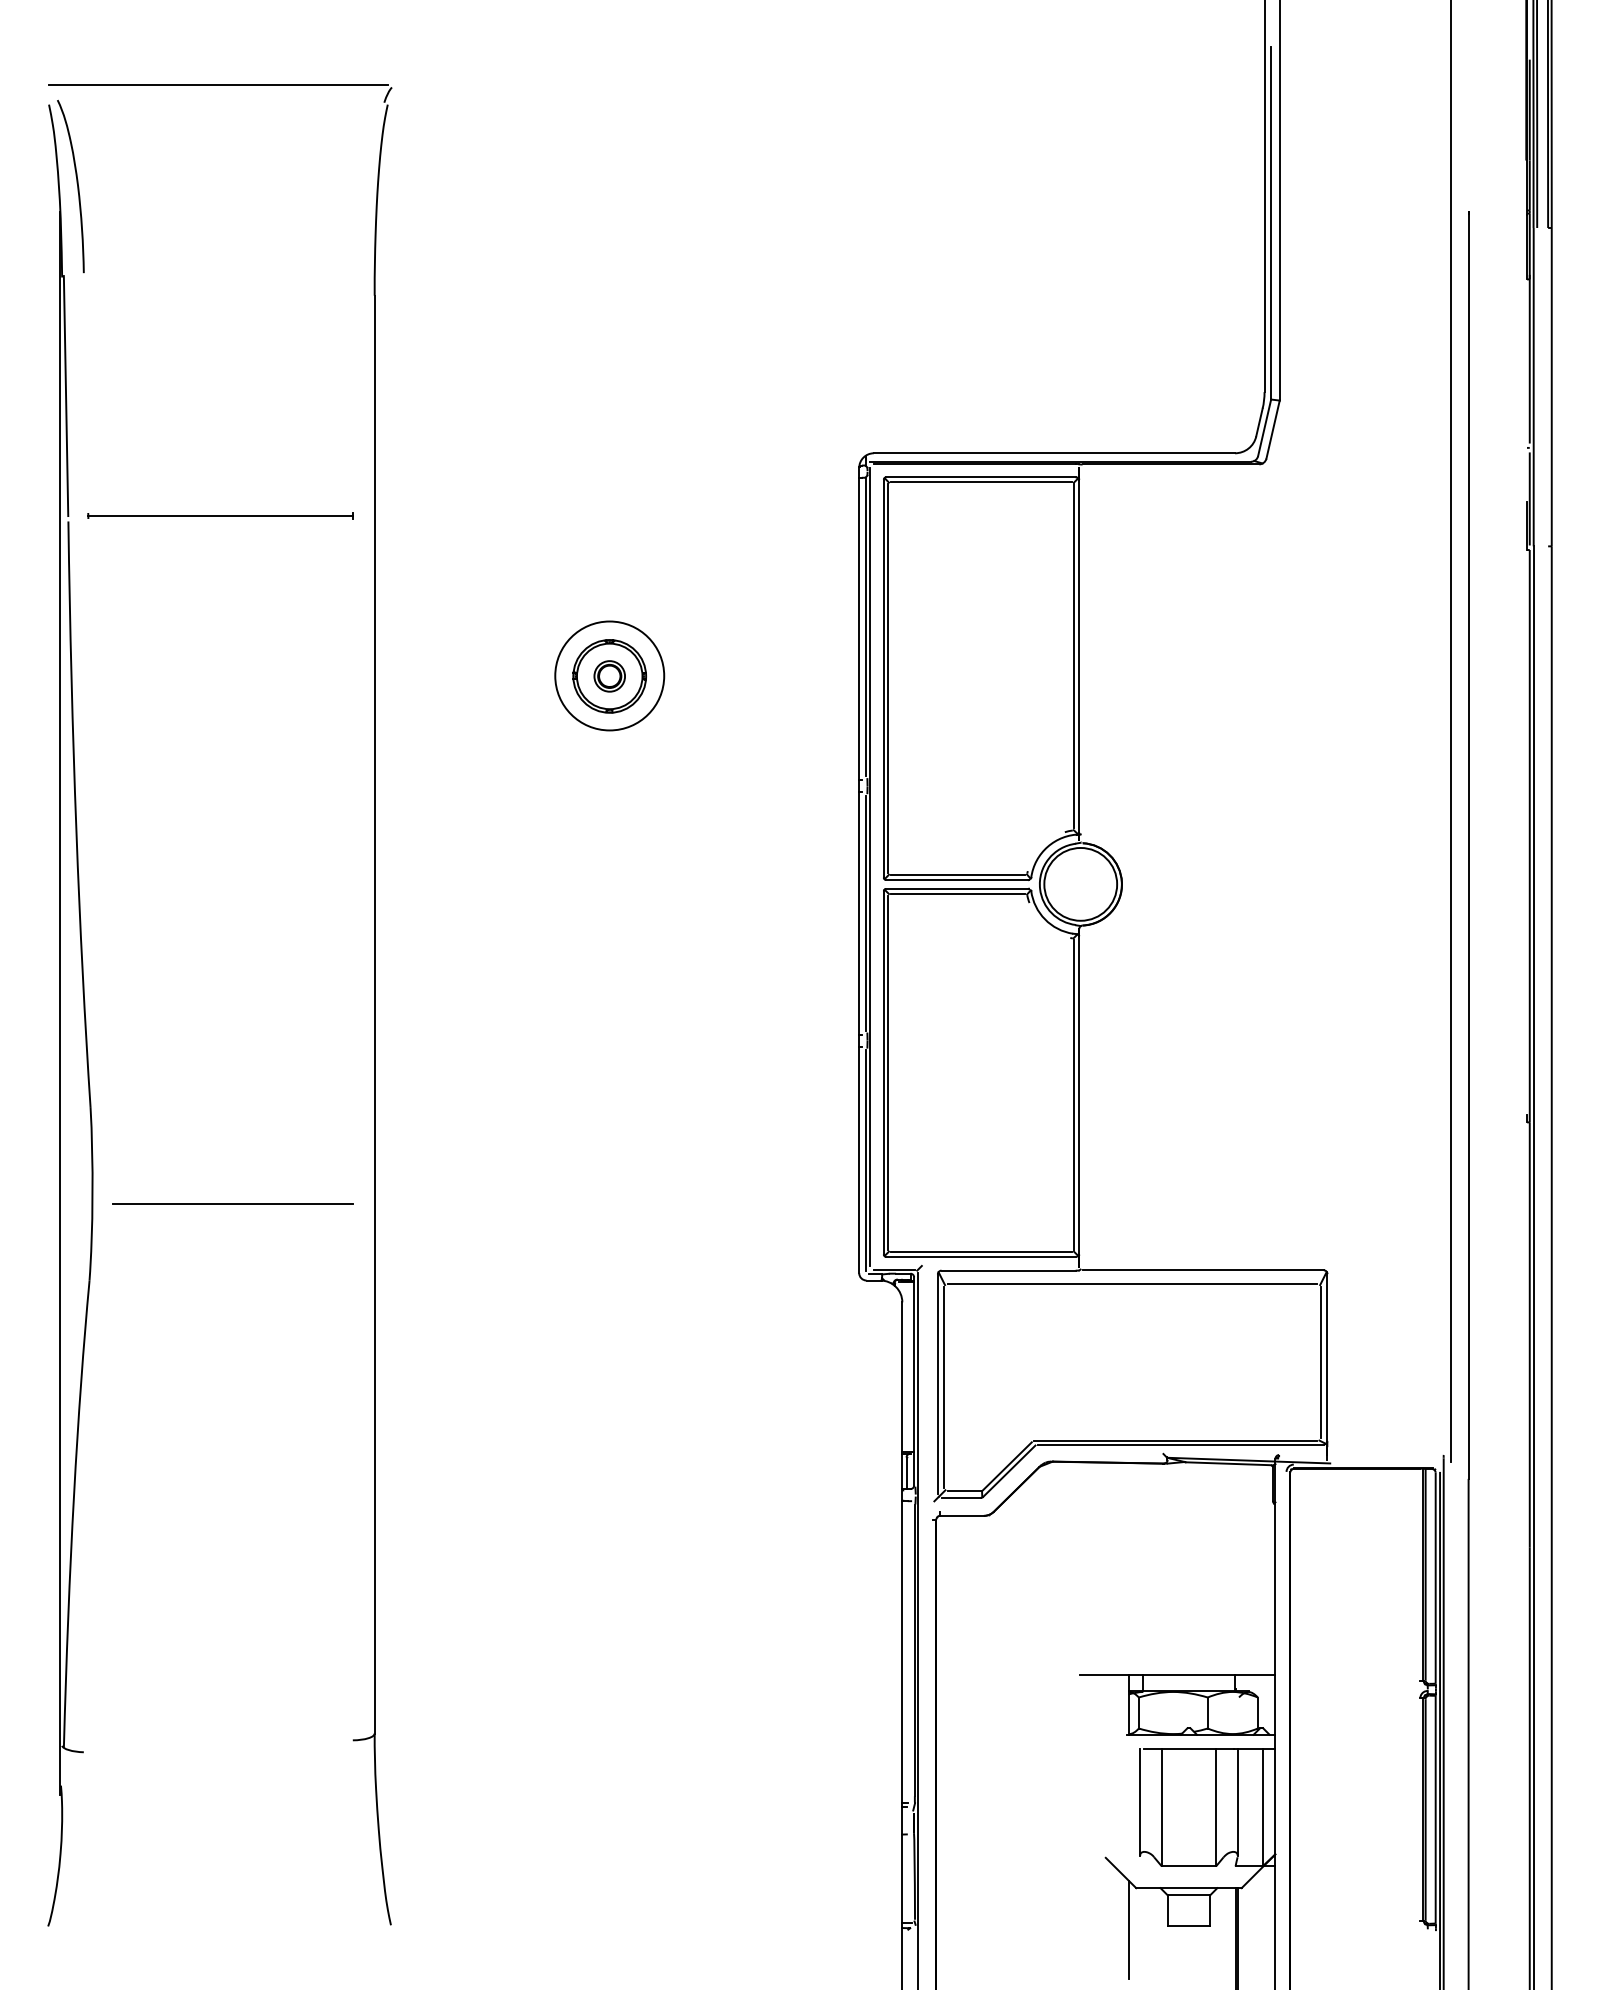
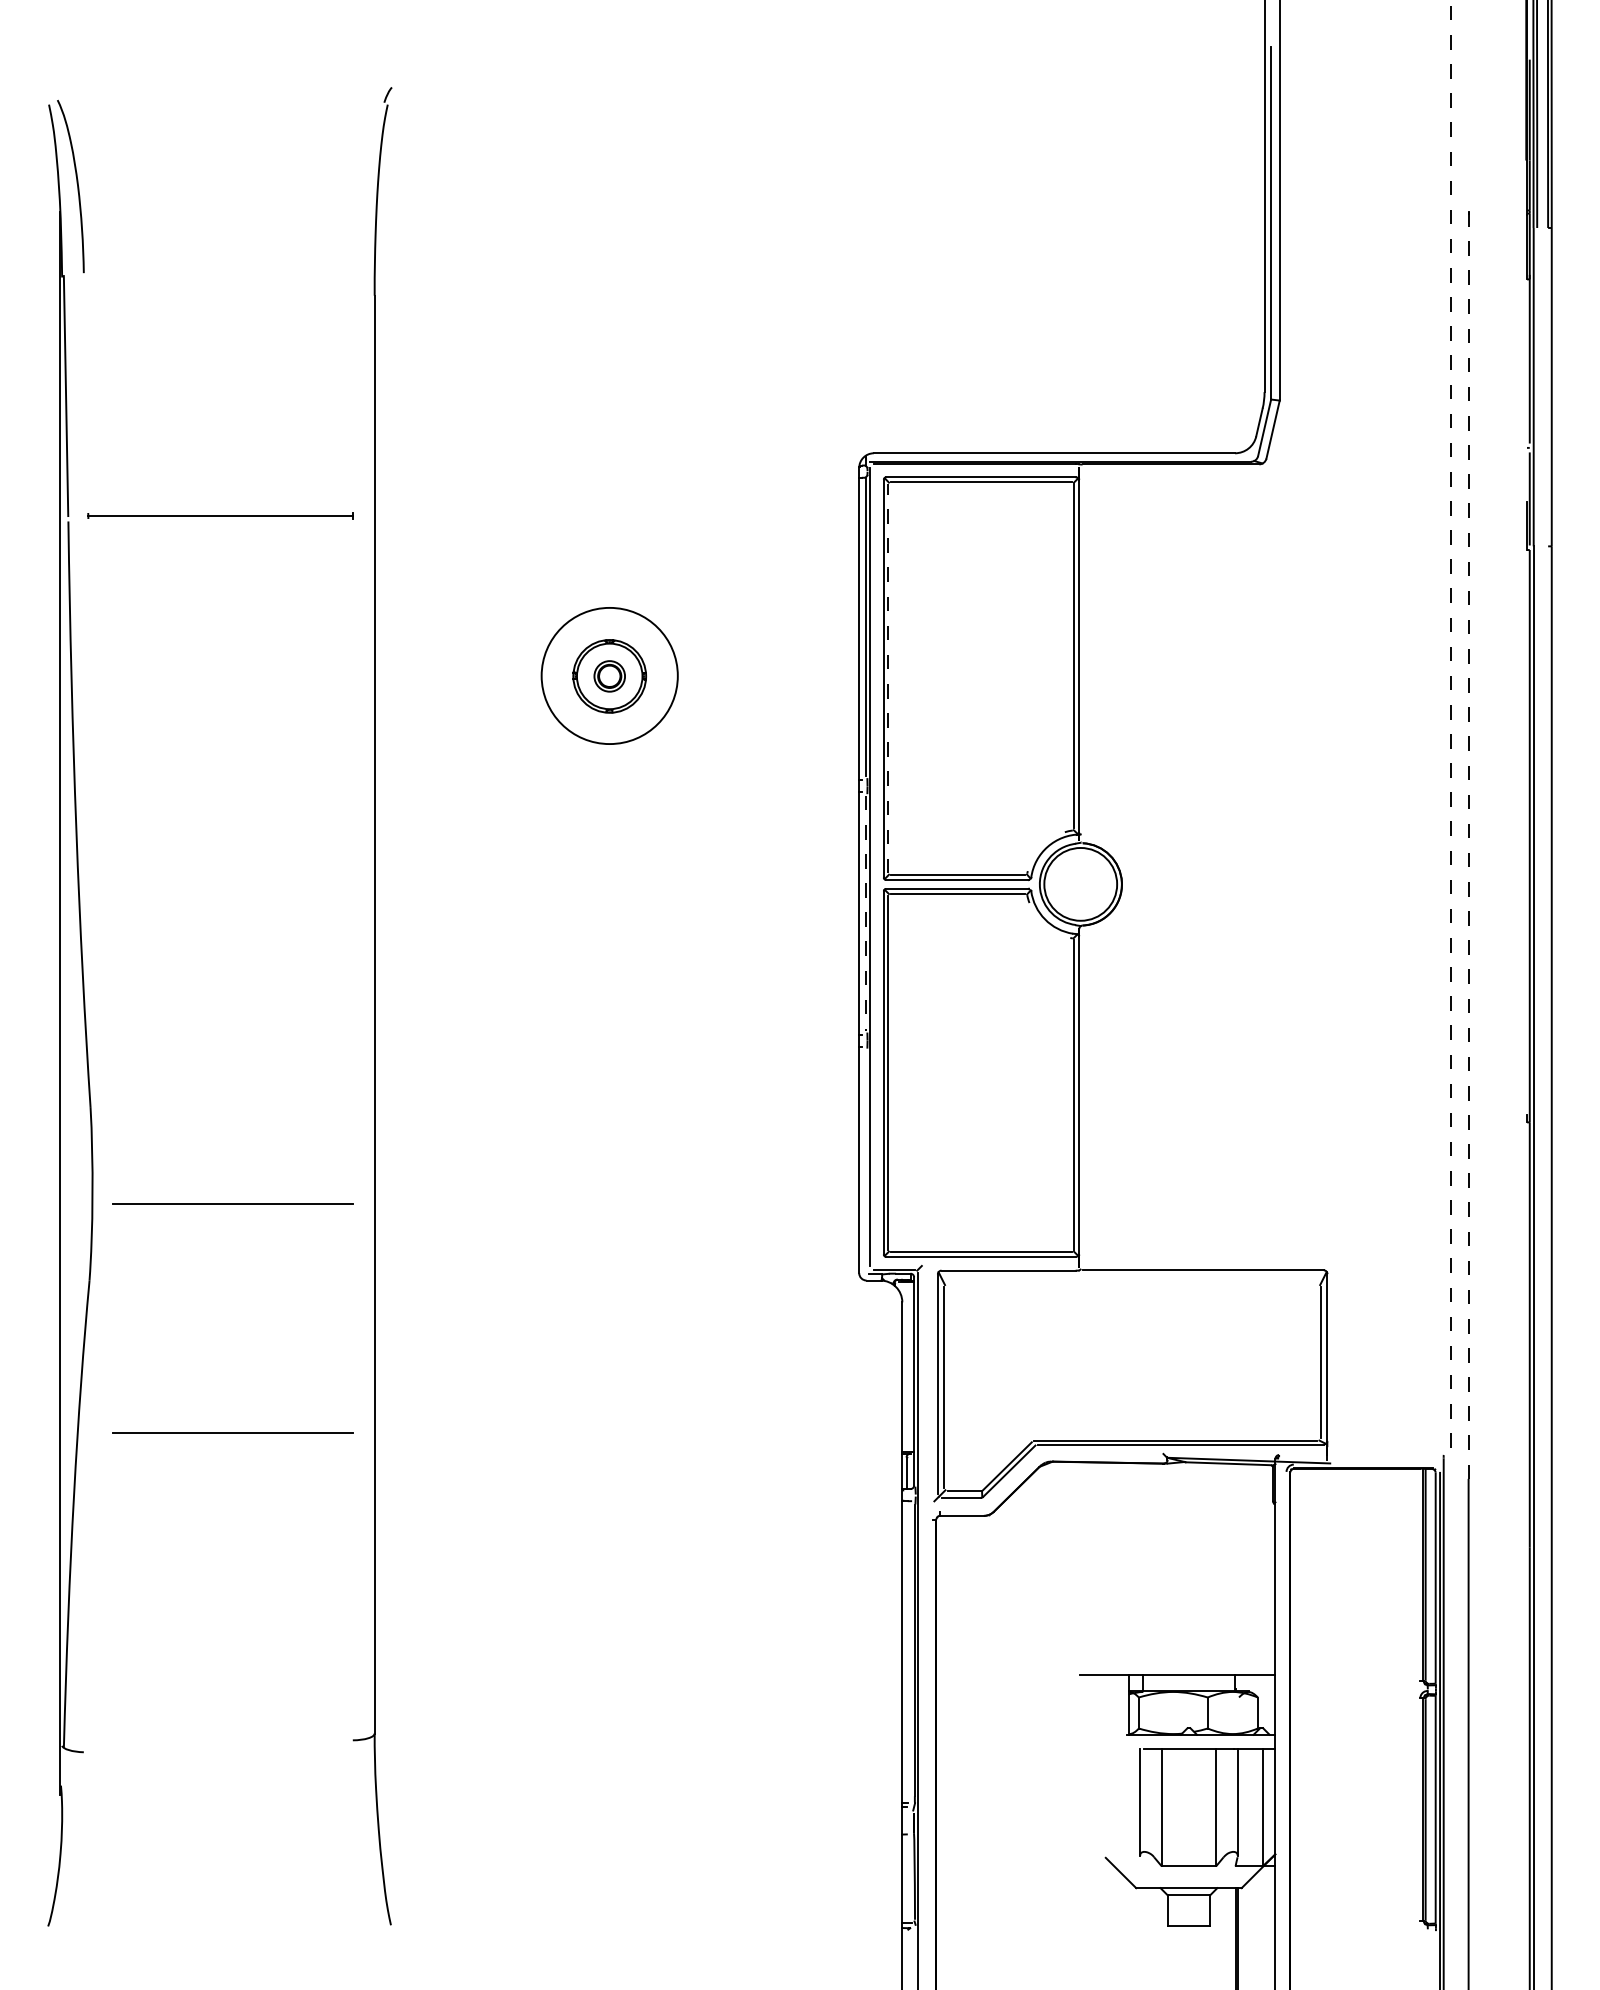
line at (218, 85): present -> none
circle at (609, 675) diameter: 109 px -> 136 px
line at (888, 678): solid -> dashed
line at (1450, 730): solid -> dashed
line at (1468, 845): solid -> dashed
line at (865, 913): solid -> dashed
line at (865, 1160): present -> none
line at (1132, 1283): present -> none
line at (232, 1432): none -> present
line at (1128, 1929): present -> none
